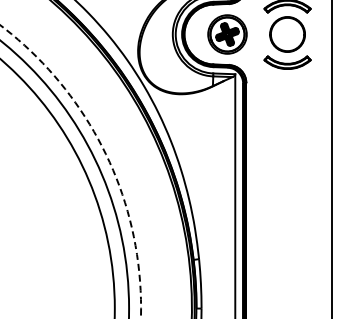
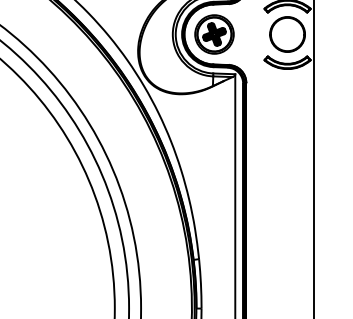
part at (227, 34) position: (227, 34) -> (214, 34)
line at (331, 158) position: (331, 158) -> (313, 158)
circle at (70, 171): dashed -> solid
